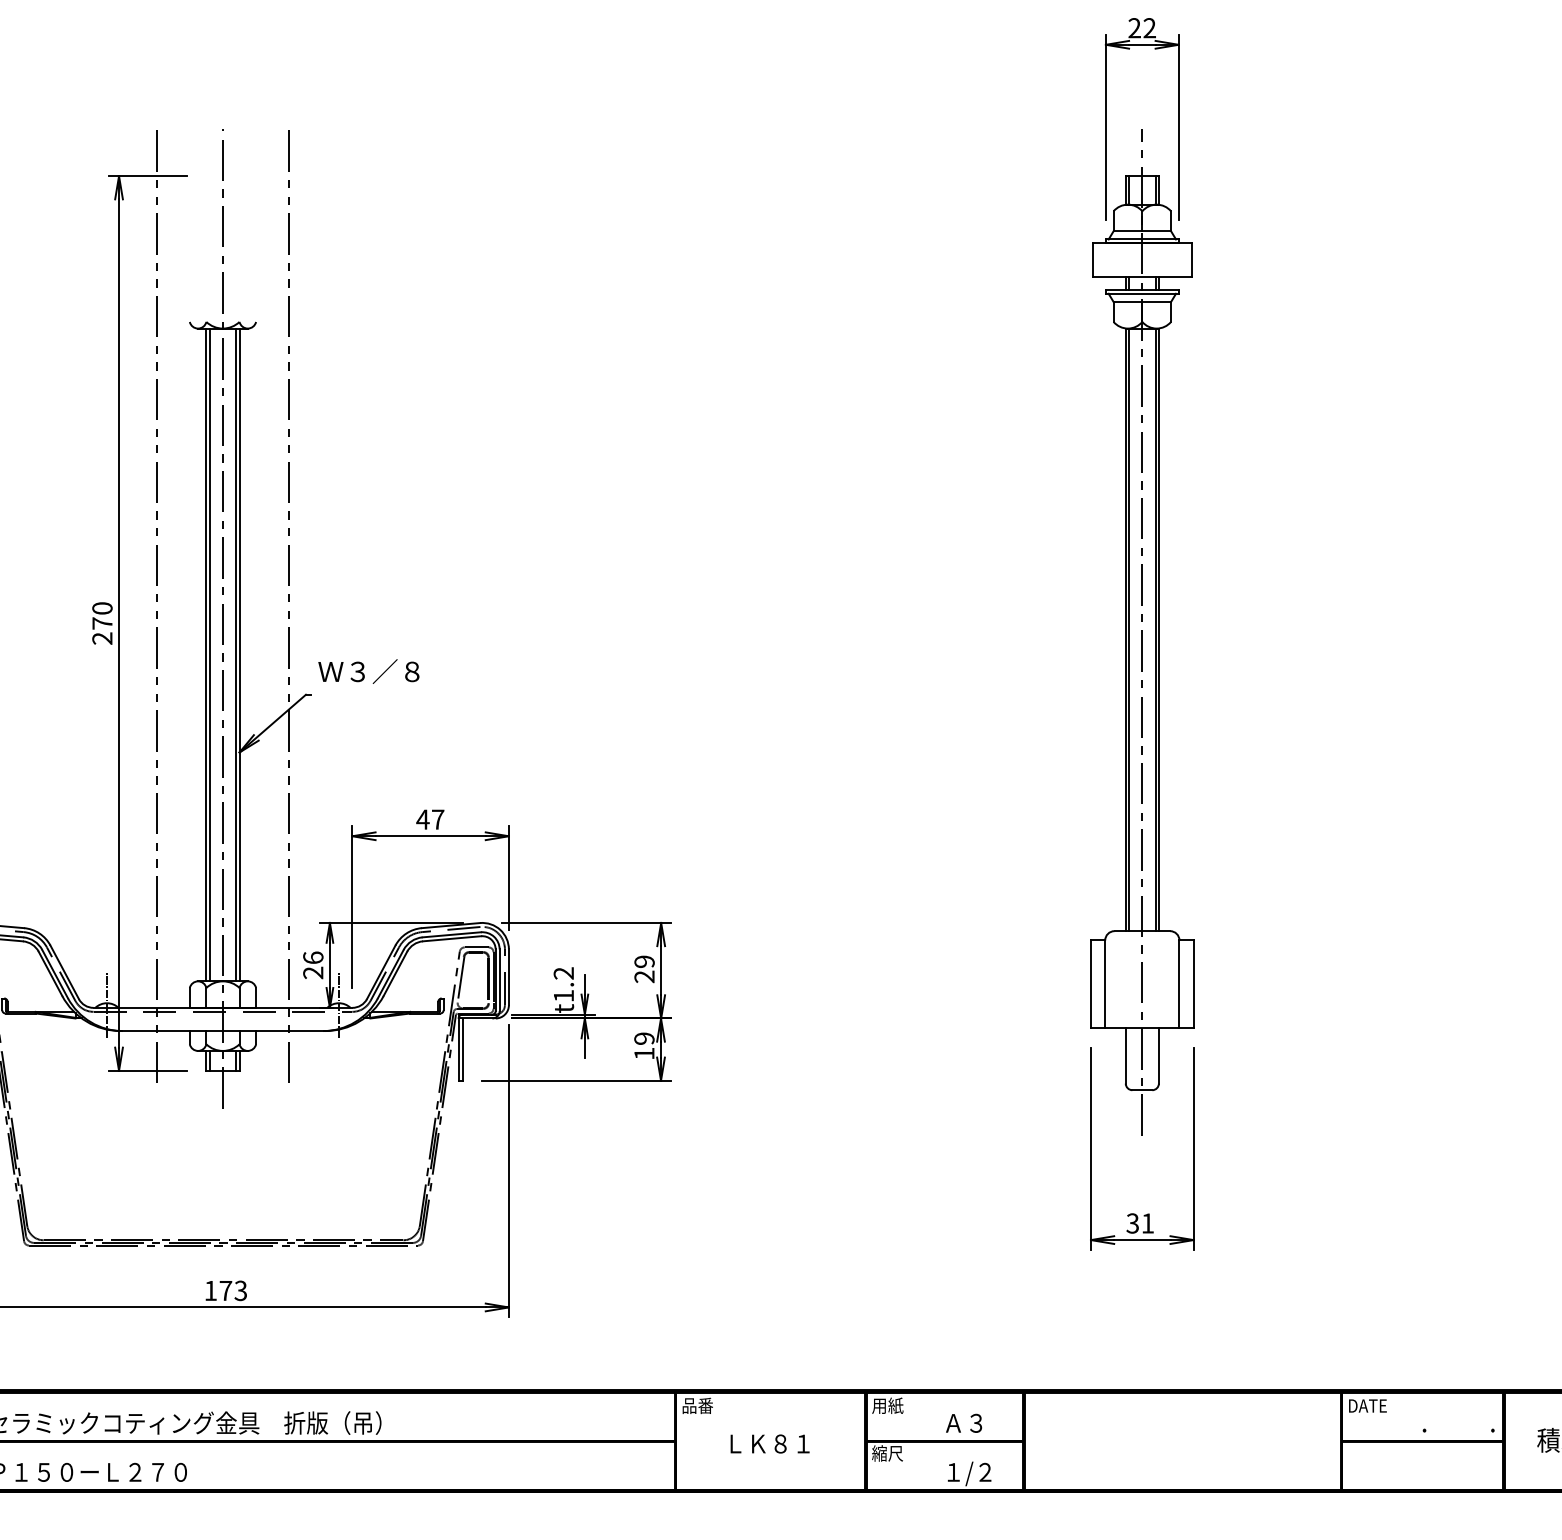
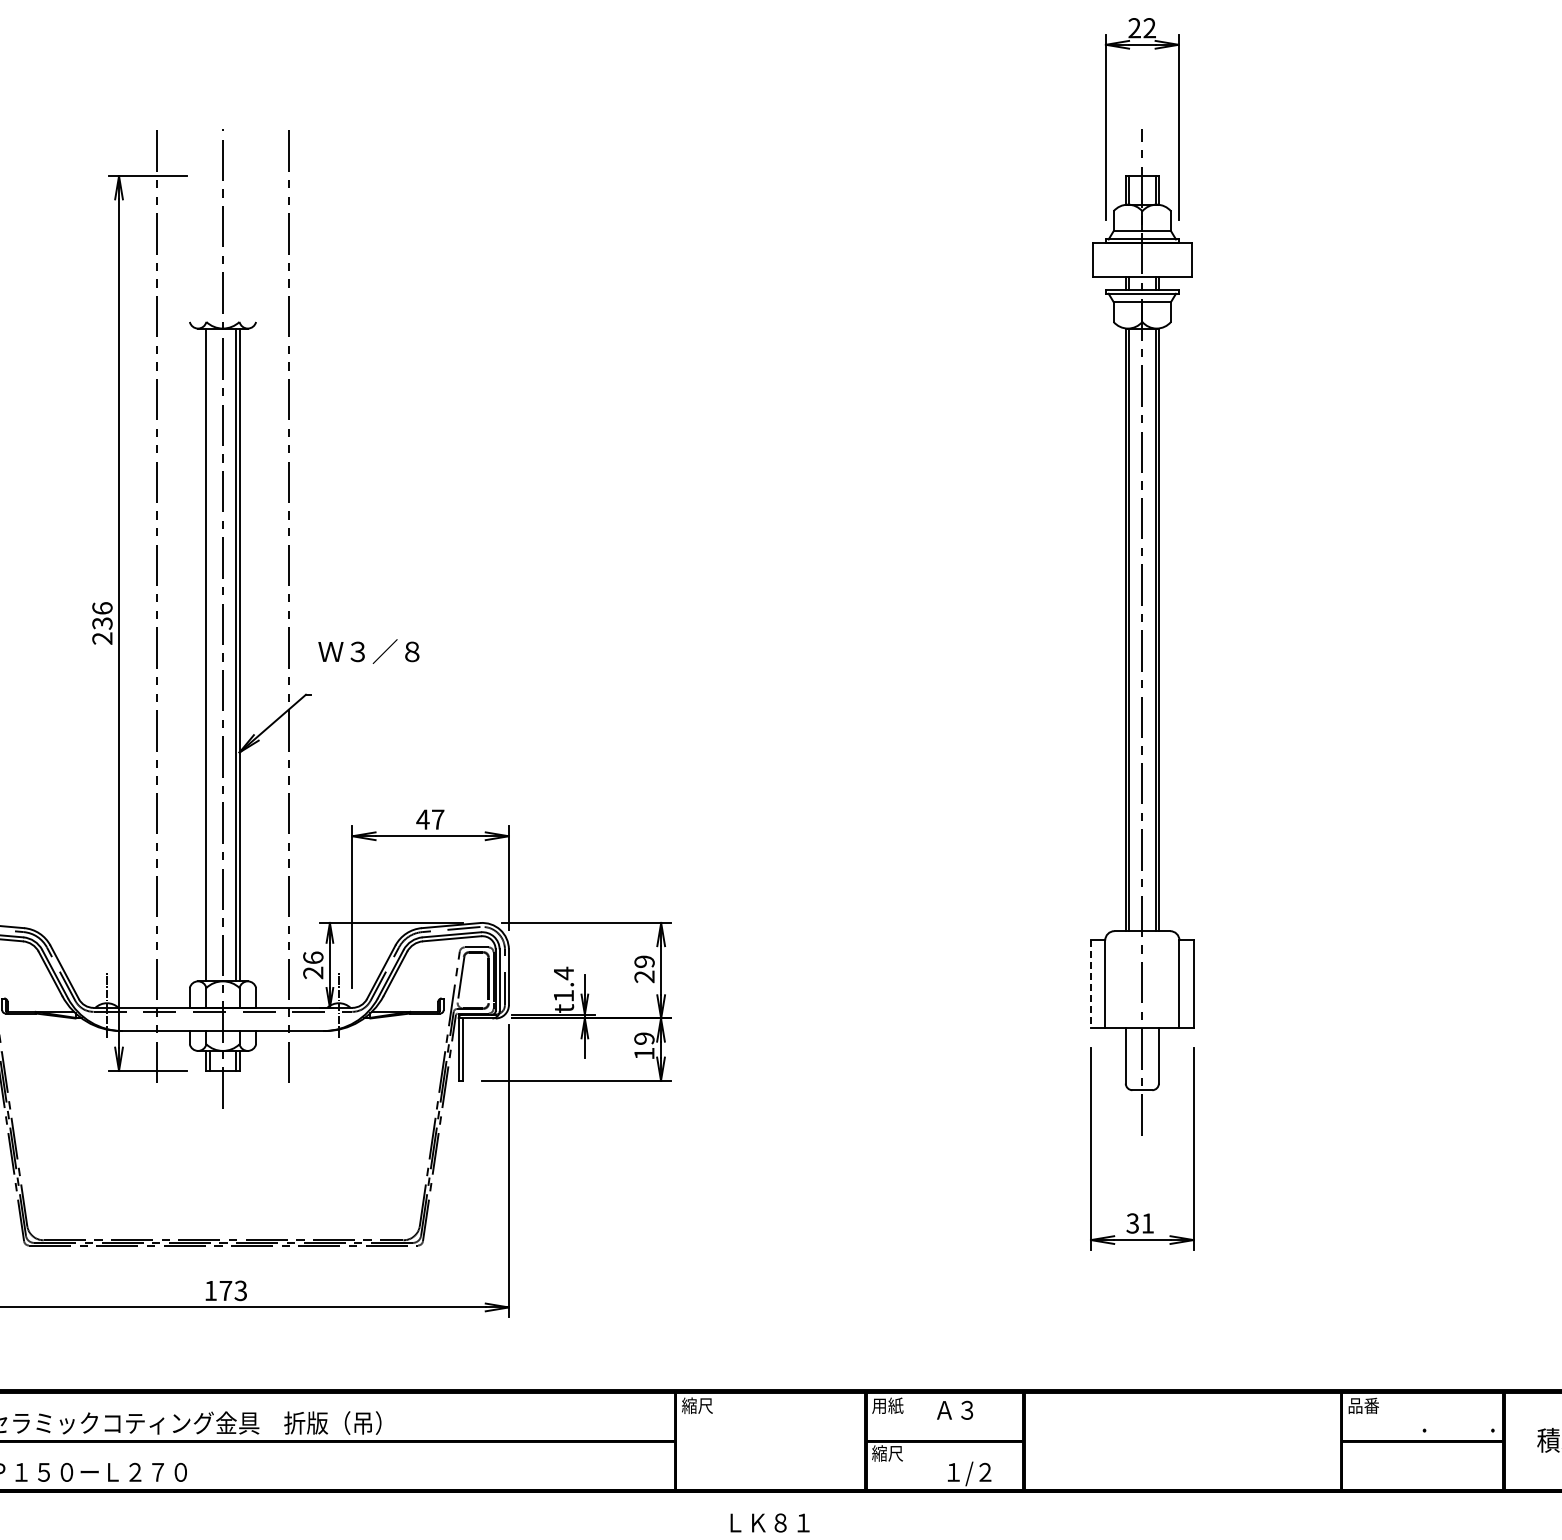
text at (102, 615): 270 -> 236
line at (209, 654): present -> none
text at (368, 671) position: (368, 671) -> (368, 651)
text at (563, 973): t1.2 -> t1.4
line at (1090, 984): solid -> dashed
text at (697, 1405): 品番 -> 縮尺
text at (1367, 1405): DATE -> 品番
text at (964, 1422) position: (964, 1422) -> (955, 1409)
text at (769, 1443) position: (769, 1443) -> (769, 1522)
